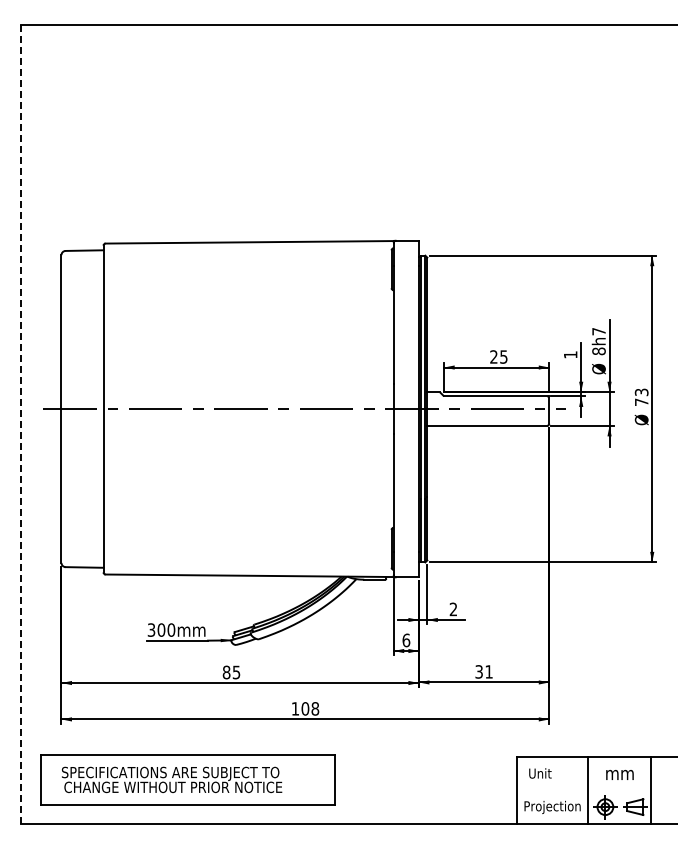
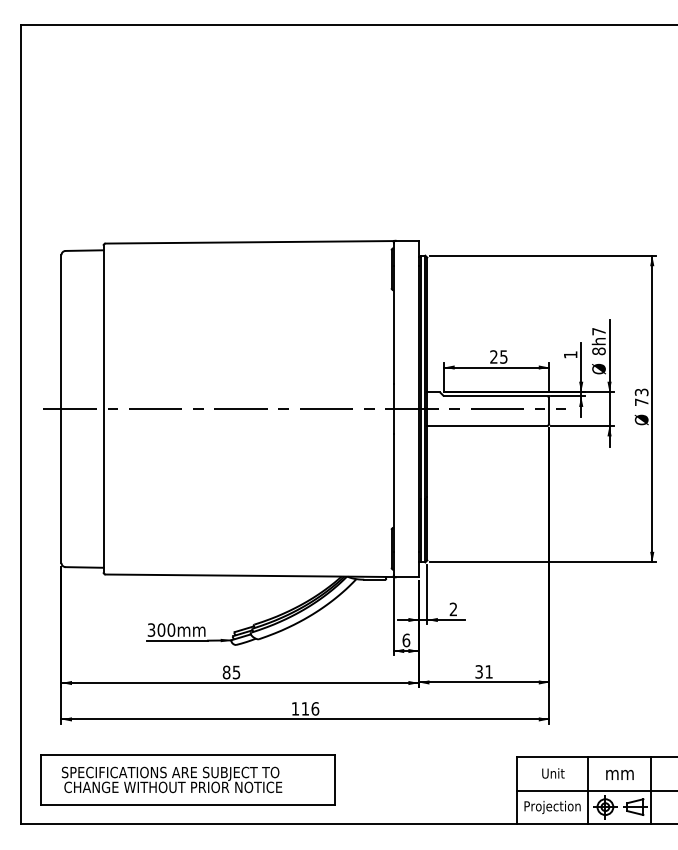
line at (20, 425): dashed -> solid
text at (310, 708): 108 -> 116
text at (540, 773) position: (540, 773) -> (553, 773)
line at (595, 790): none -> present
